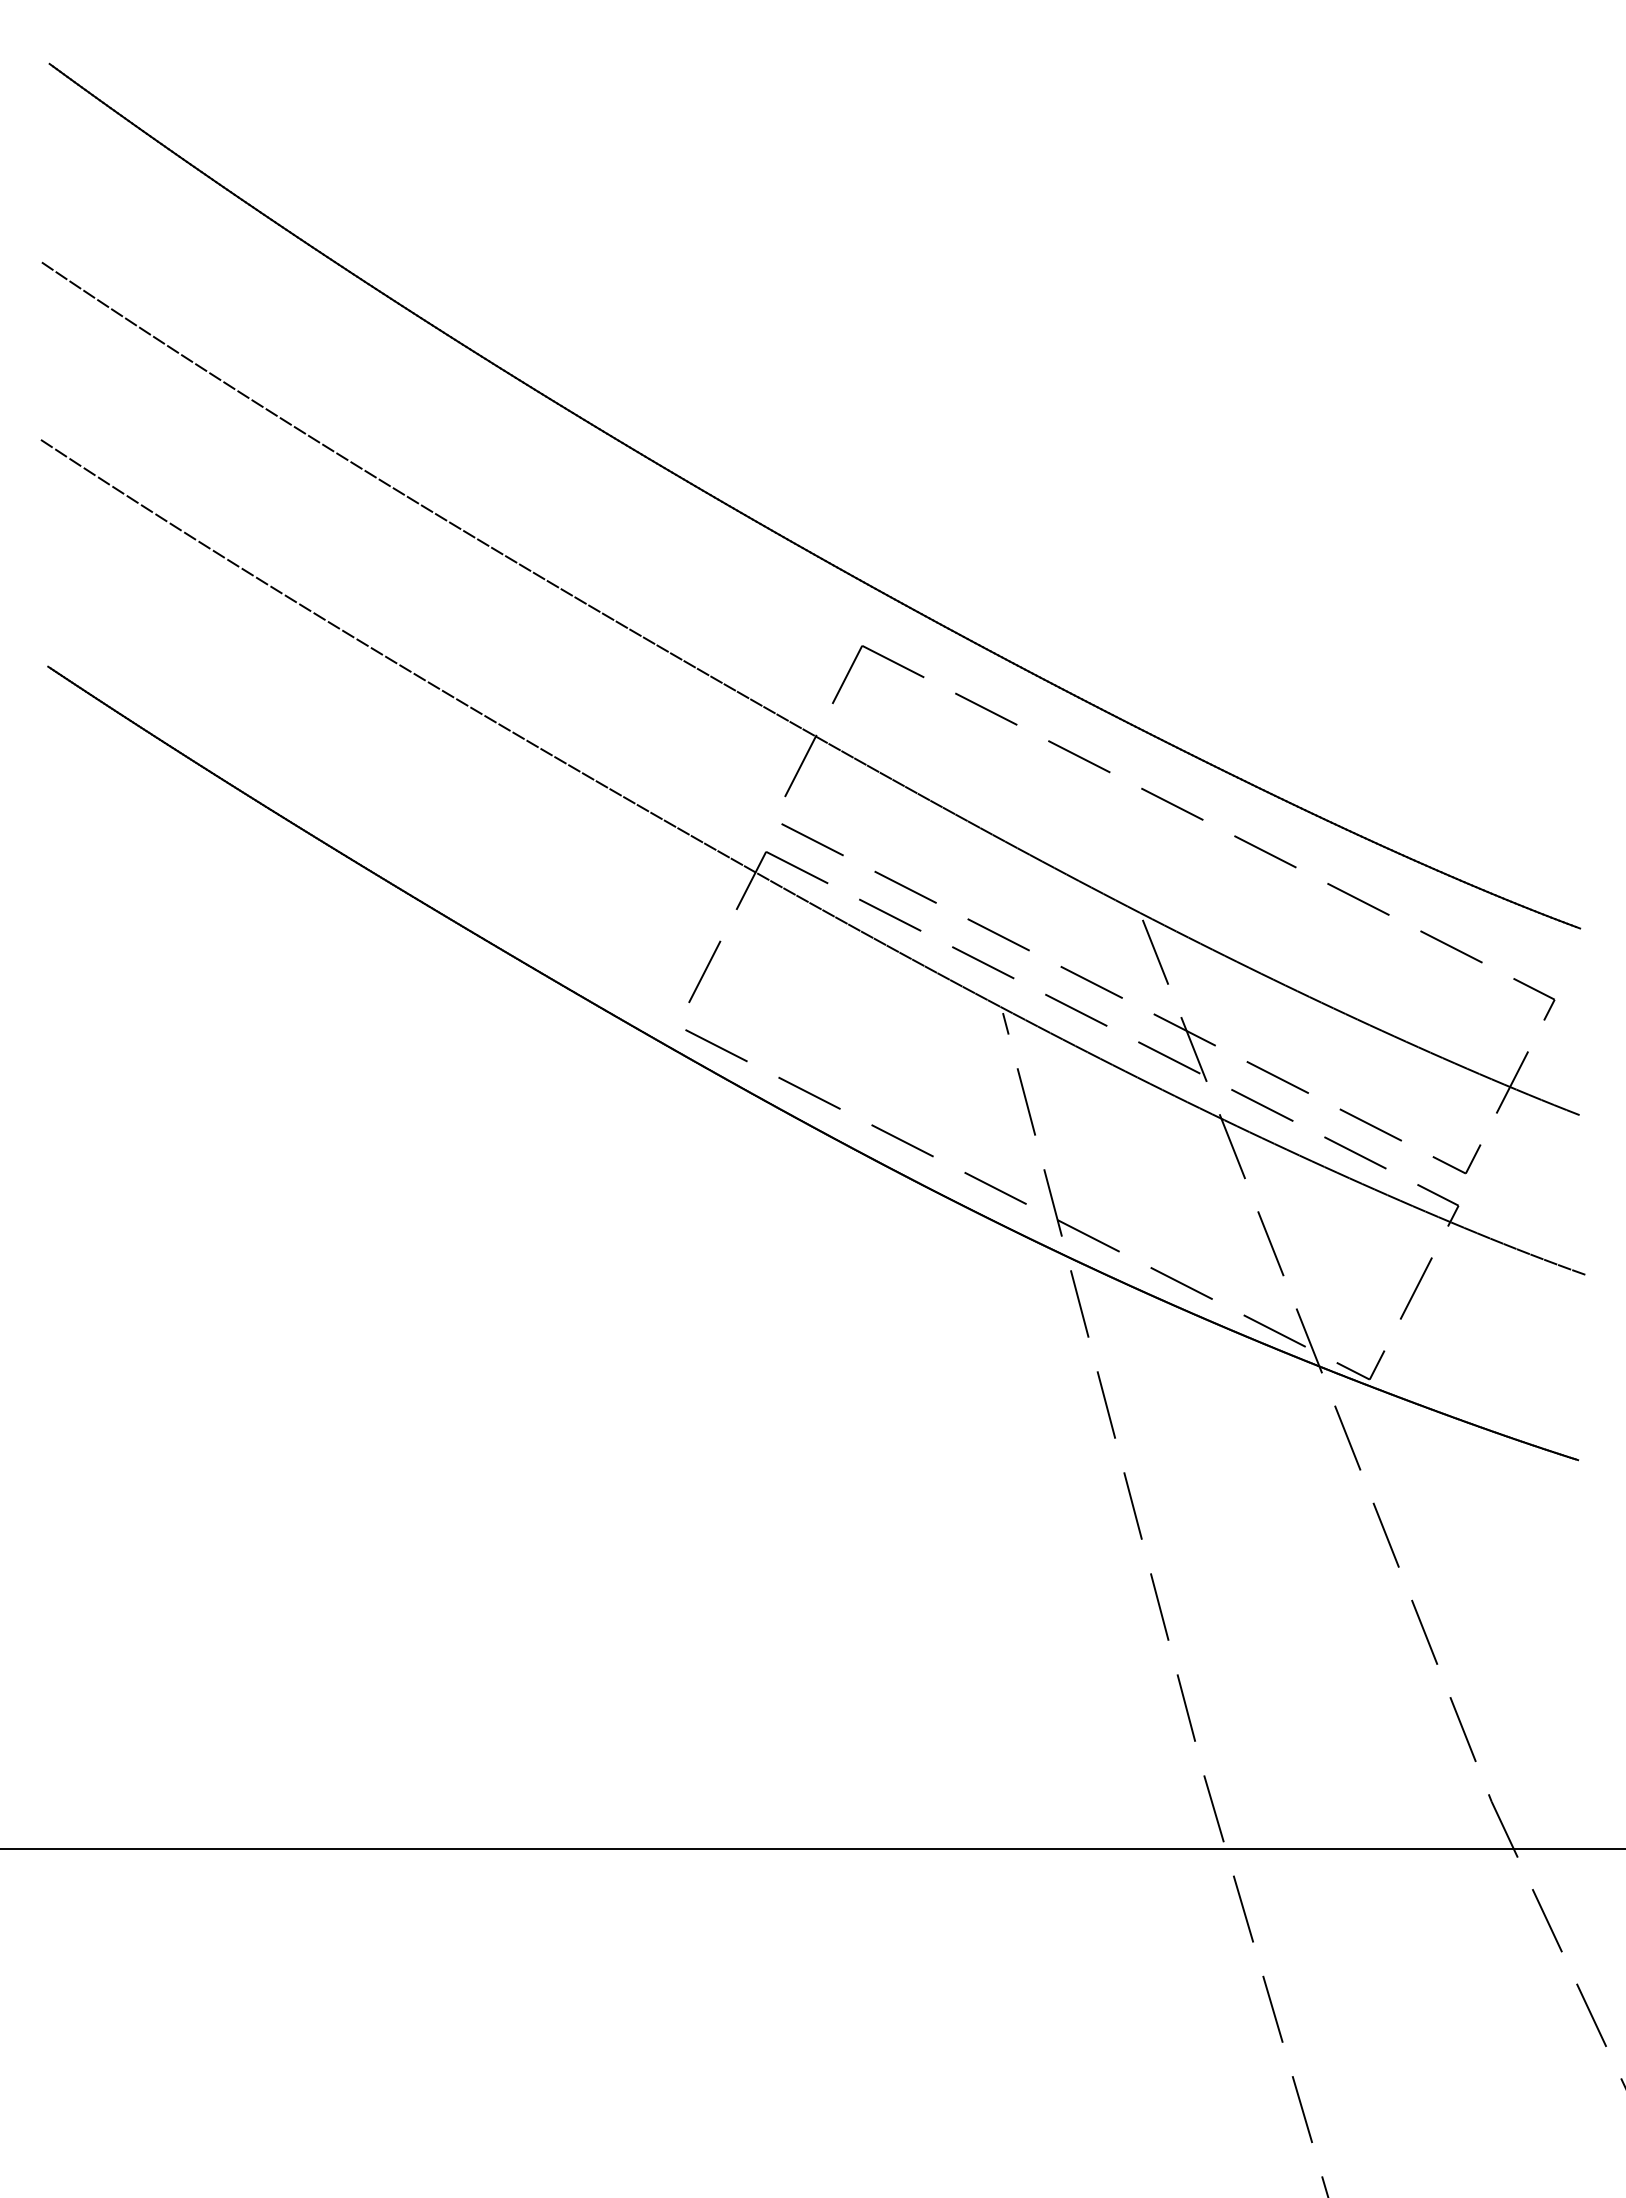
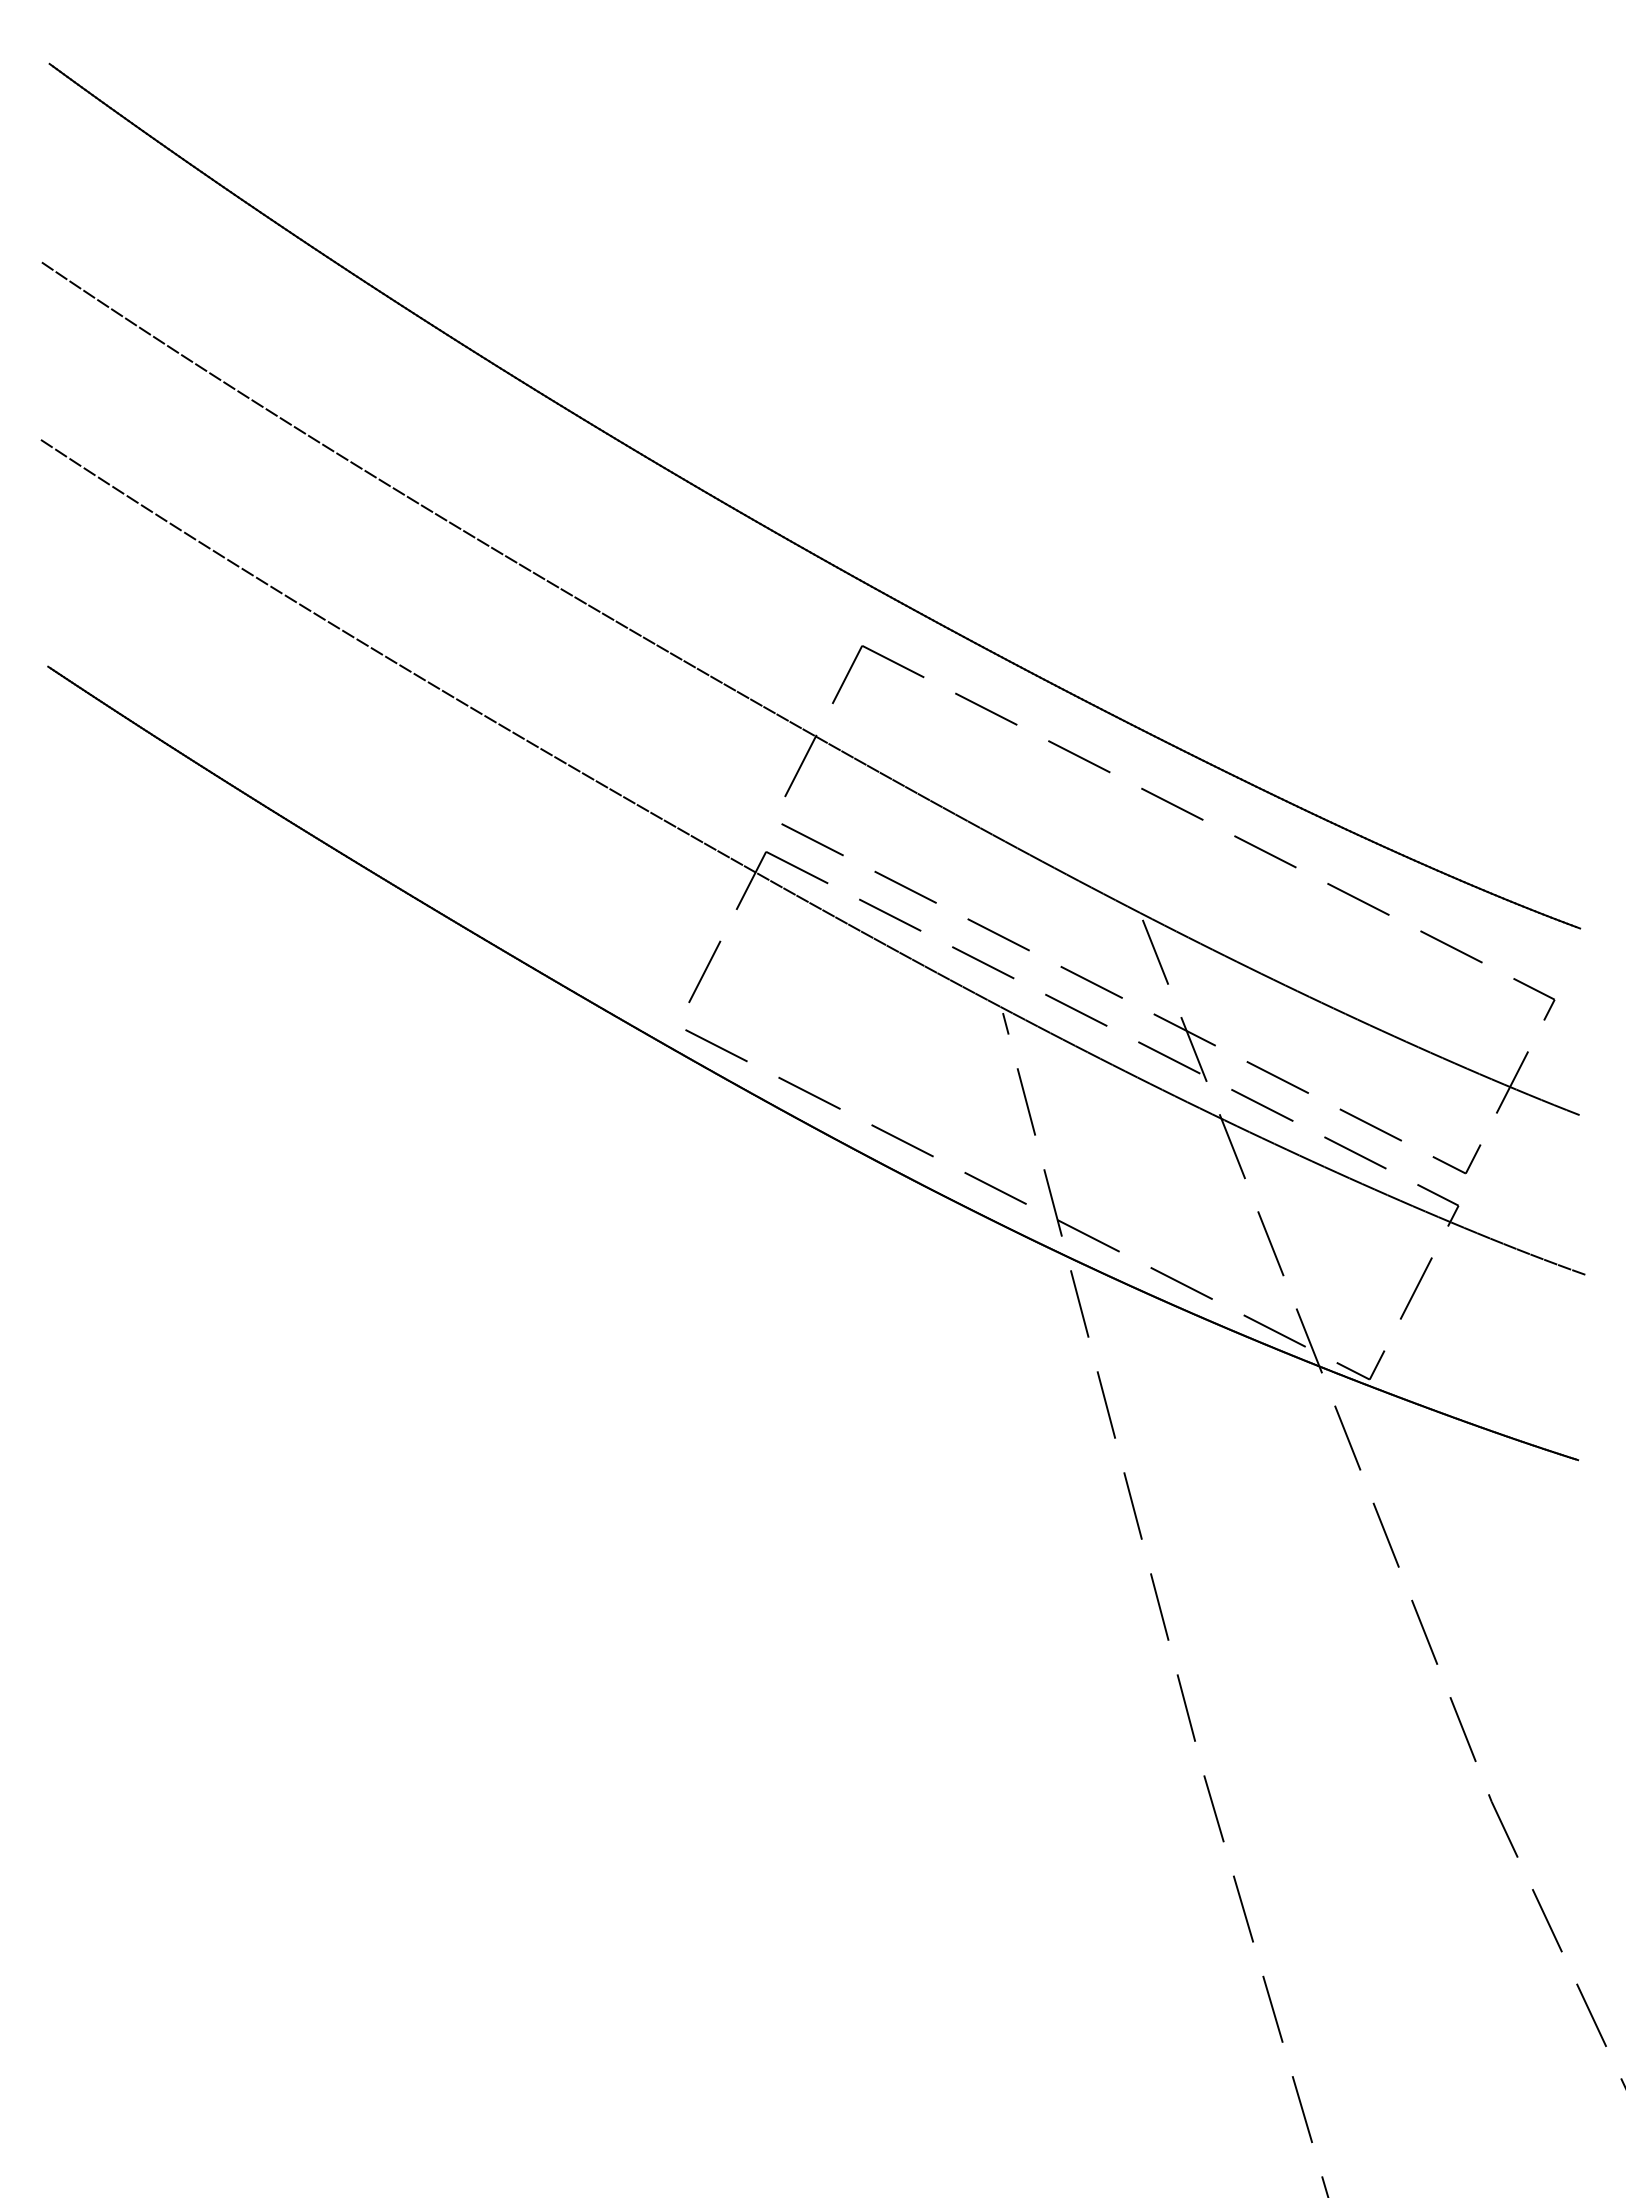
line at (812, 1849): present -> none
